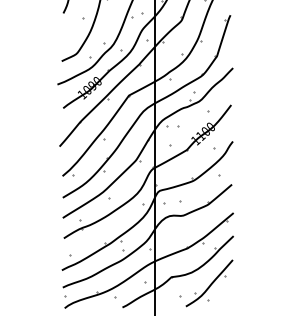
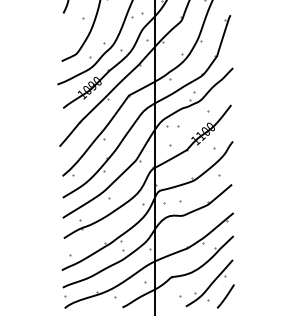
line at (225, 296): none -> present
